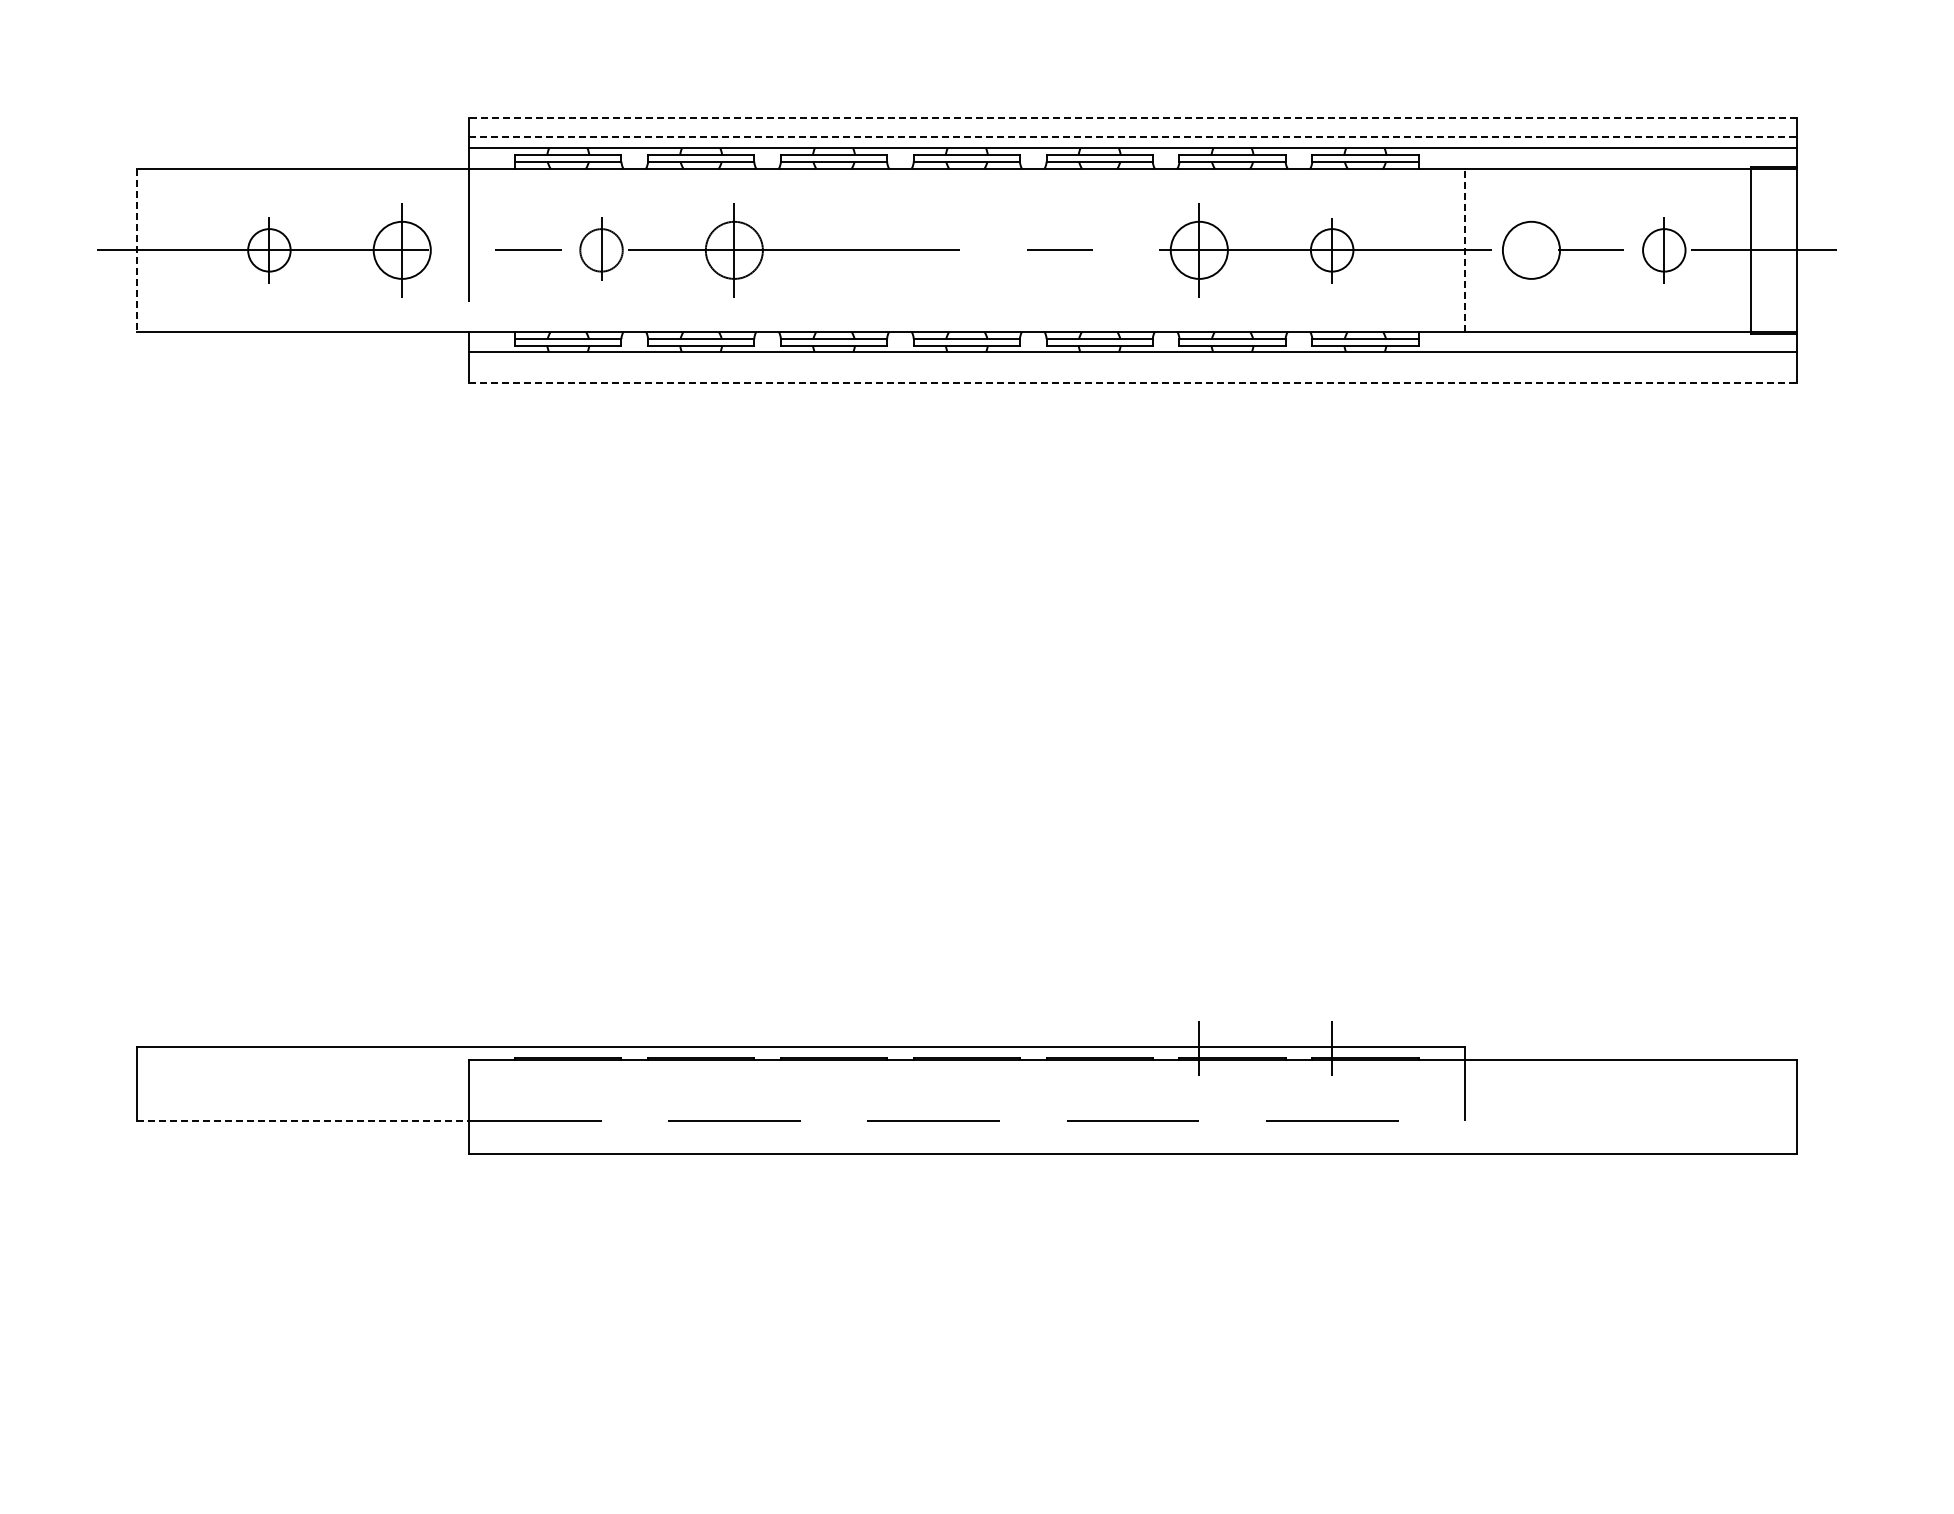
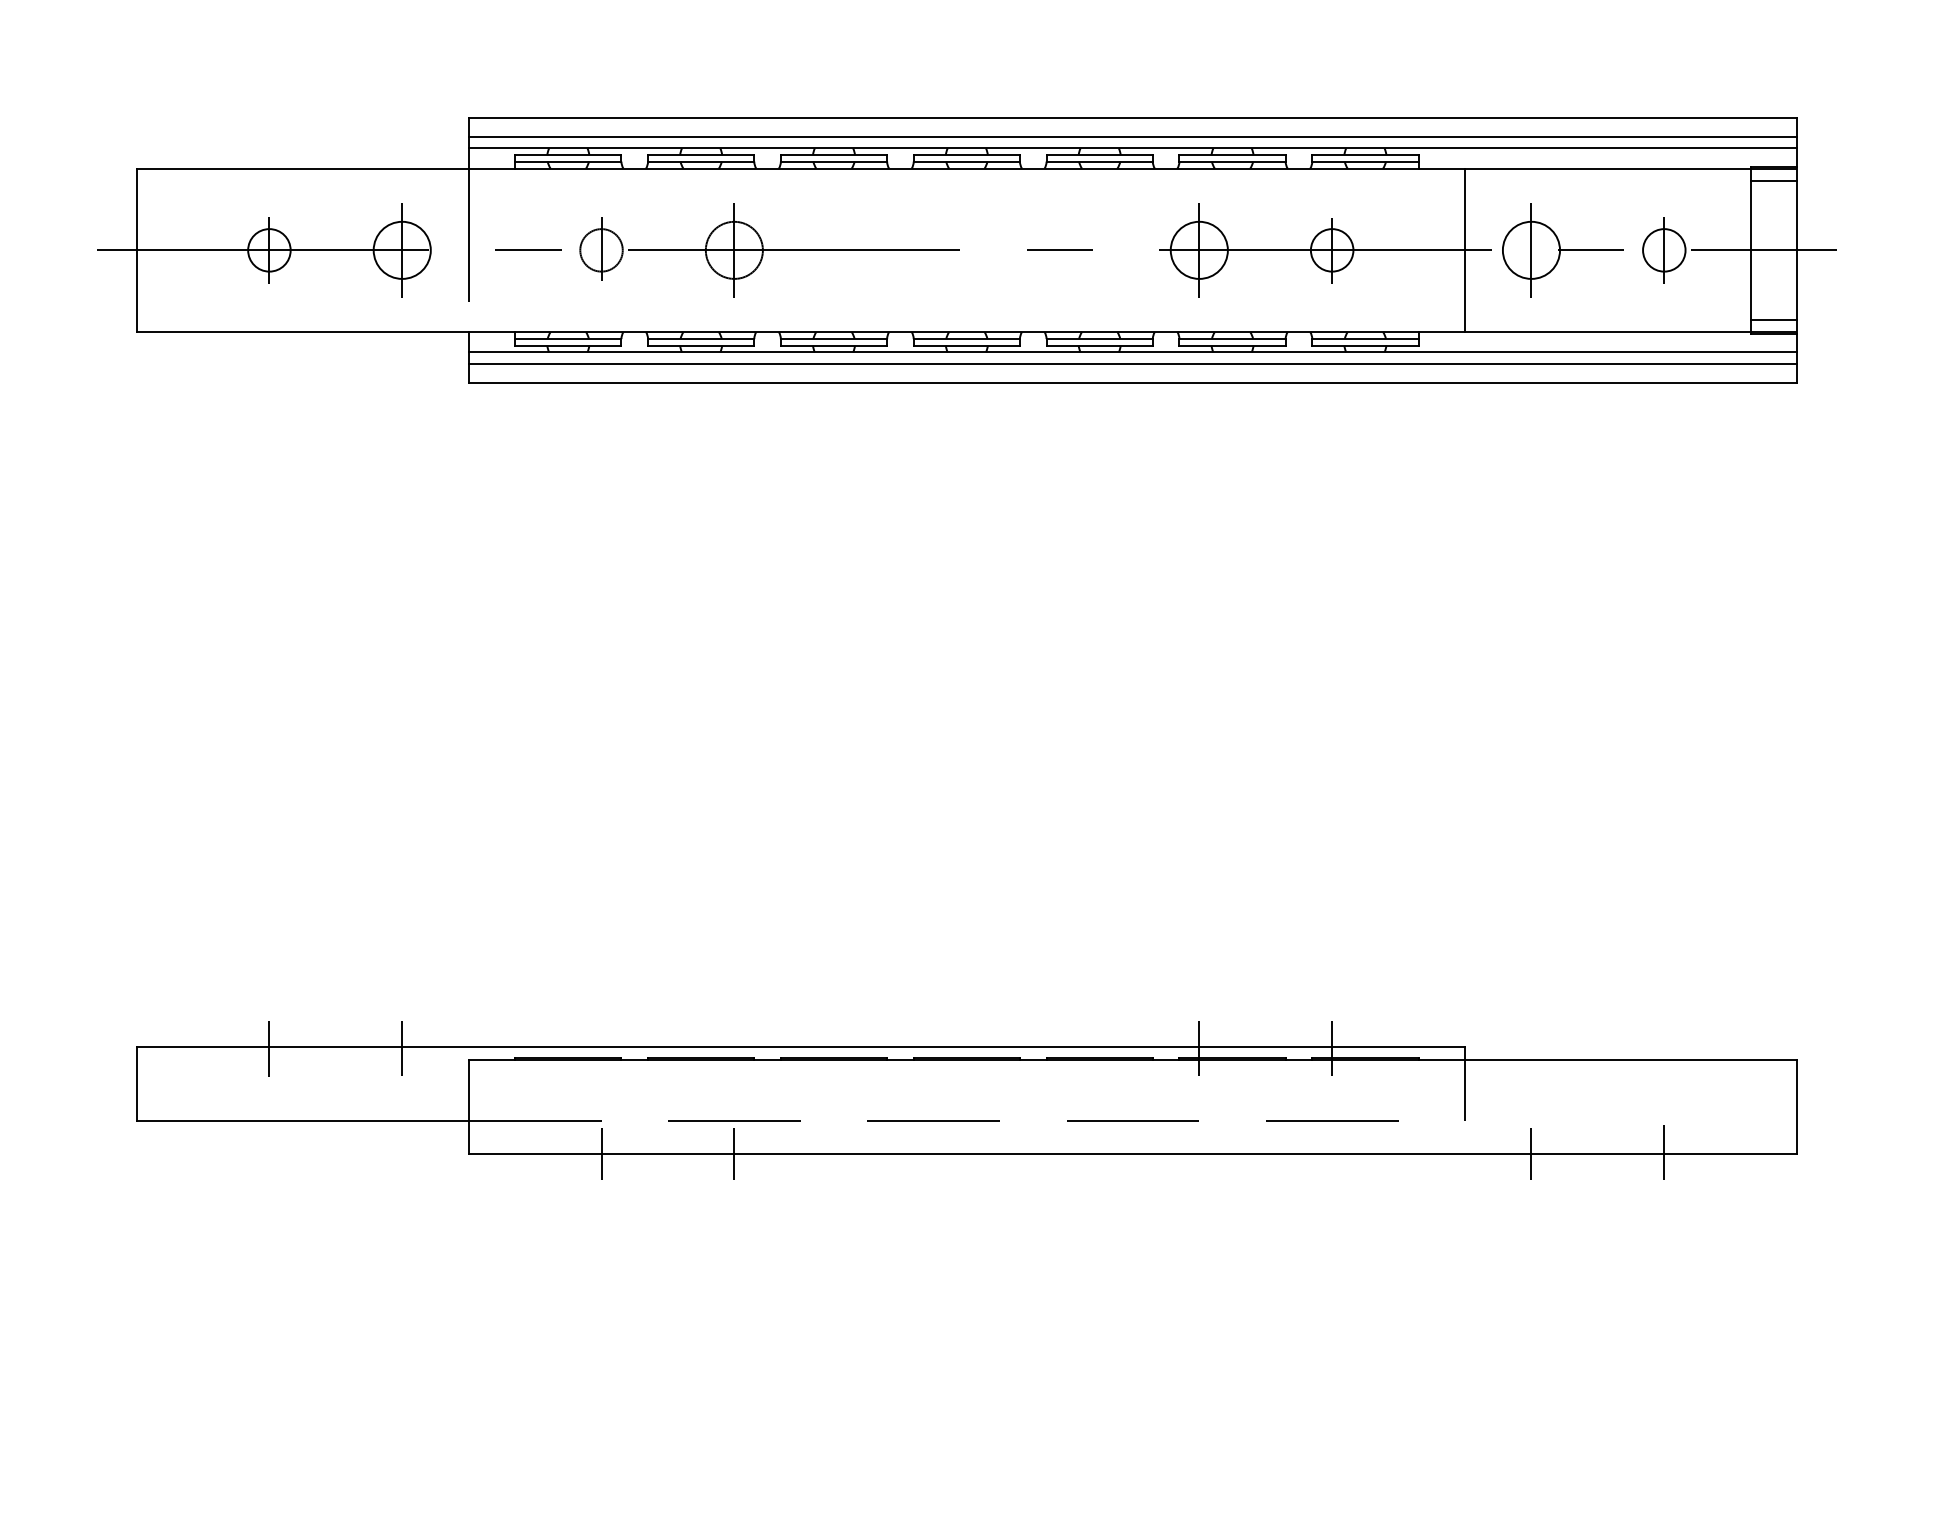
line at (1132, 117): dashed -> solid
line at (1133, 137): dashed -> solid
line at (1773, 180): none -> present
line at (136, 250): dashed -> solid
line at (1465, 250): dashed -> solid
line at (1531, 250): none -> present
line at (1773, 320): none -> present
line at (1132, 363): none -> present
line at (1133, 383): dashed -> solid
line at (402, 1047): none -> present
line at (269, 1048): none -> present
line at (303, 1120): dashed -> solid
line at (1664, 1152): none -> present
line at (601, 1153): none -> present
line at (734, 1153): none -> present
line at (1531, 1153): none -> present
